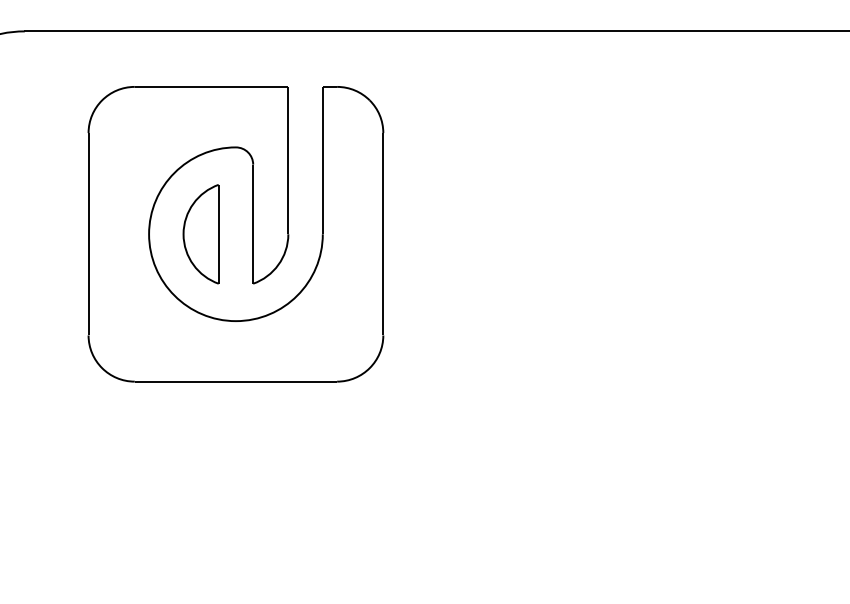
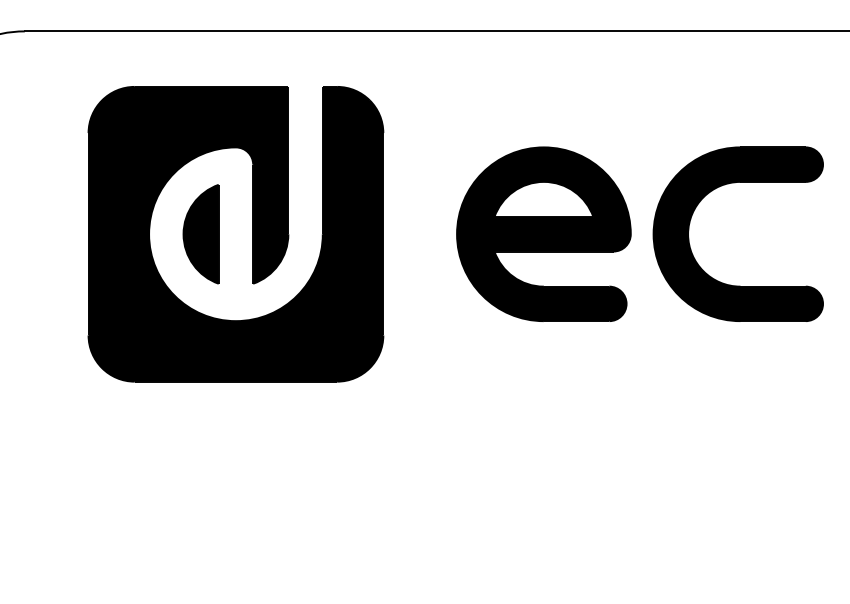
part at (689, 231): none -> present
fill at (200, 233): none -> present
fill at (235, 233): none -> present
part at (543, 233): none -> present
